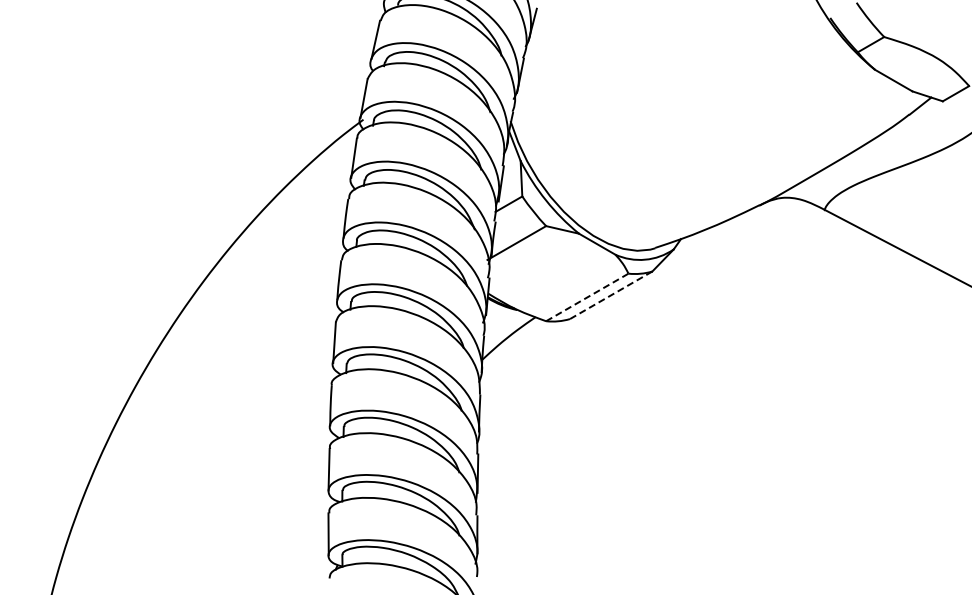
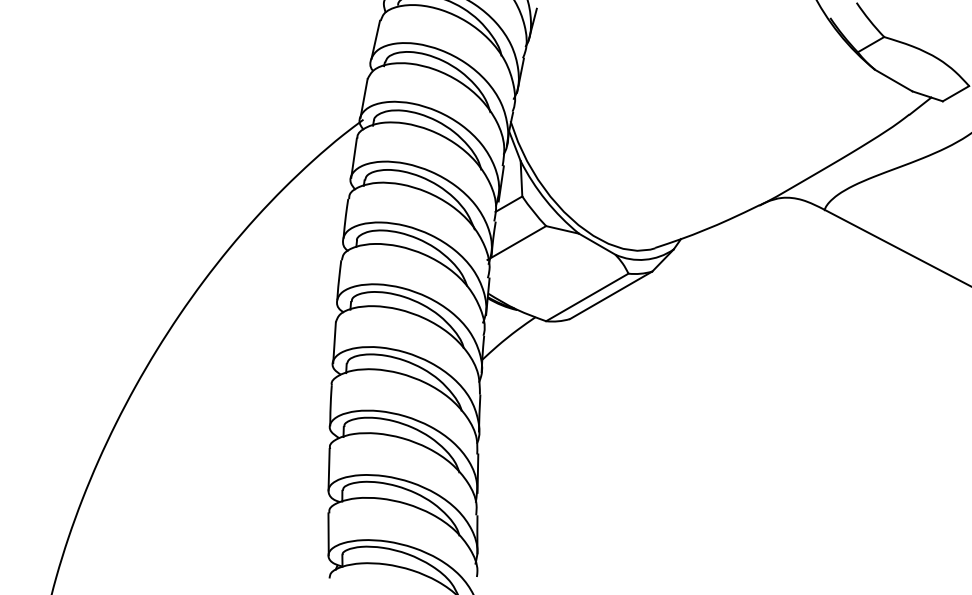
line at (611, 295): dashed -> solid
line at (587, 297): dashed -> solid
